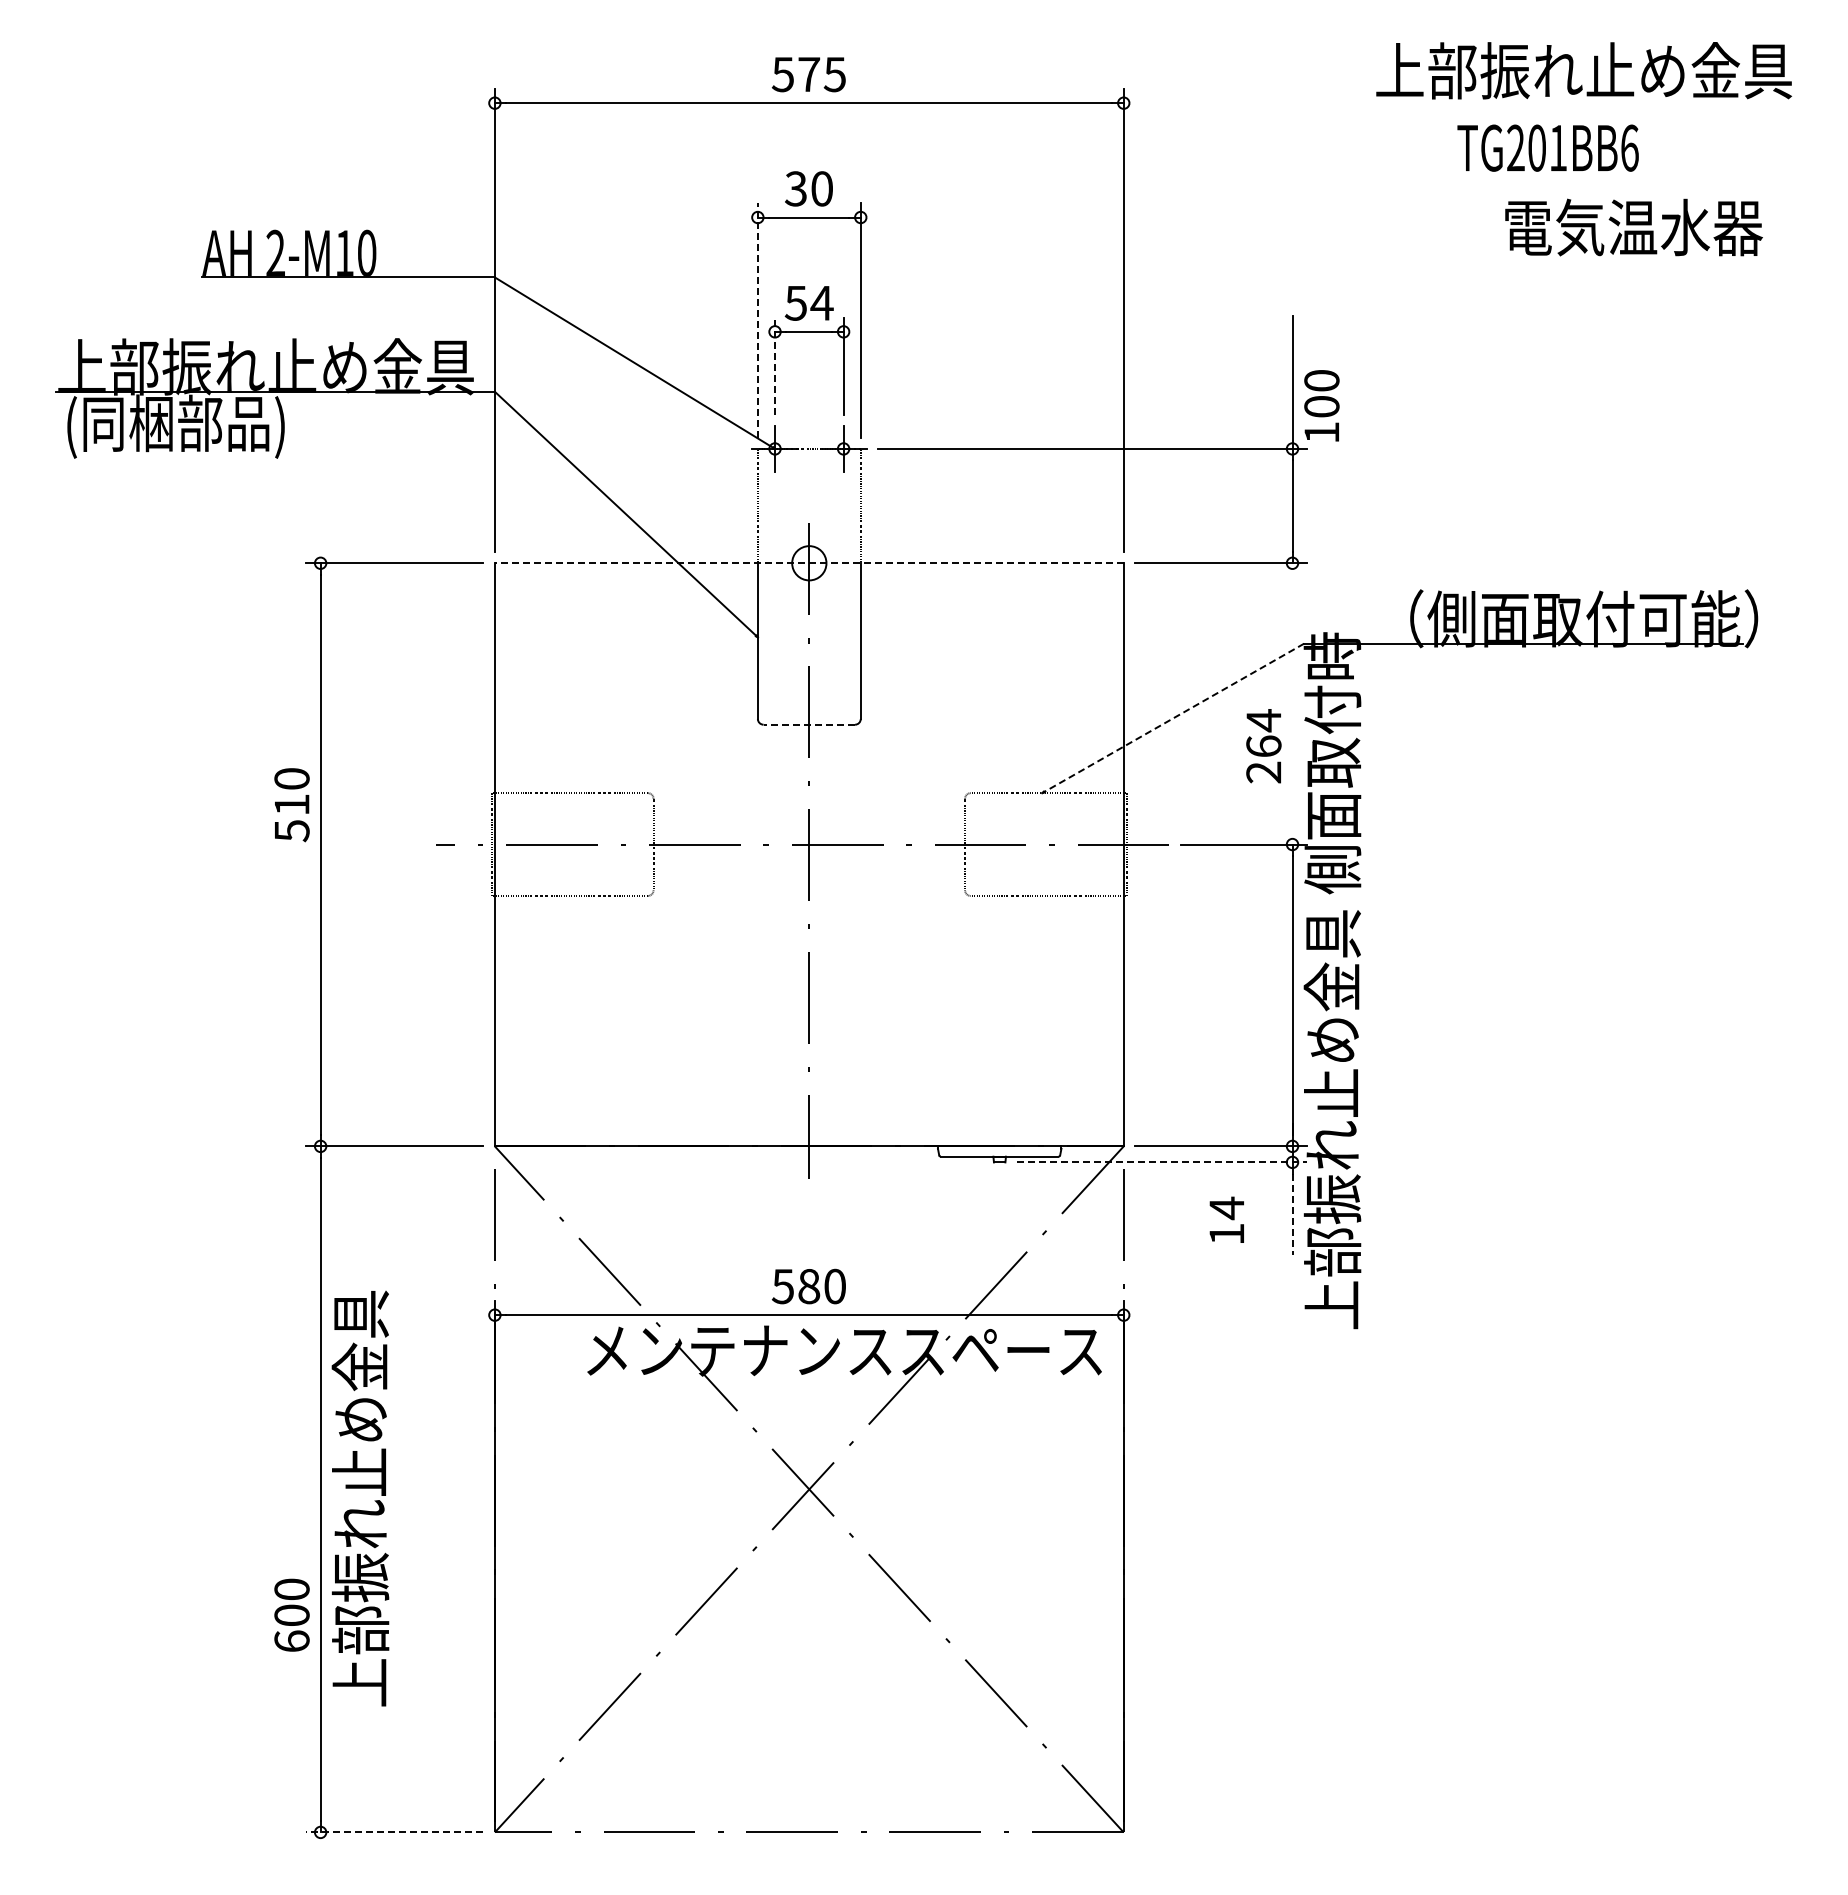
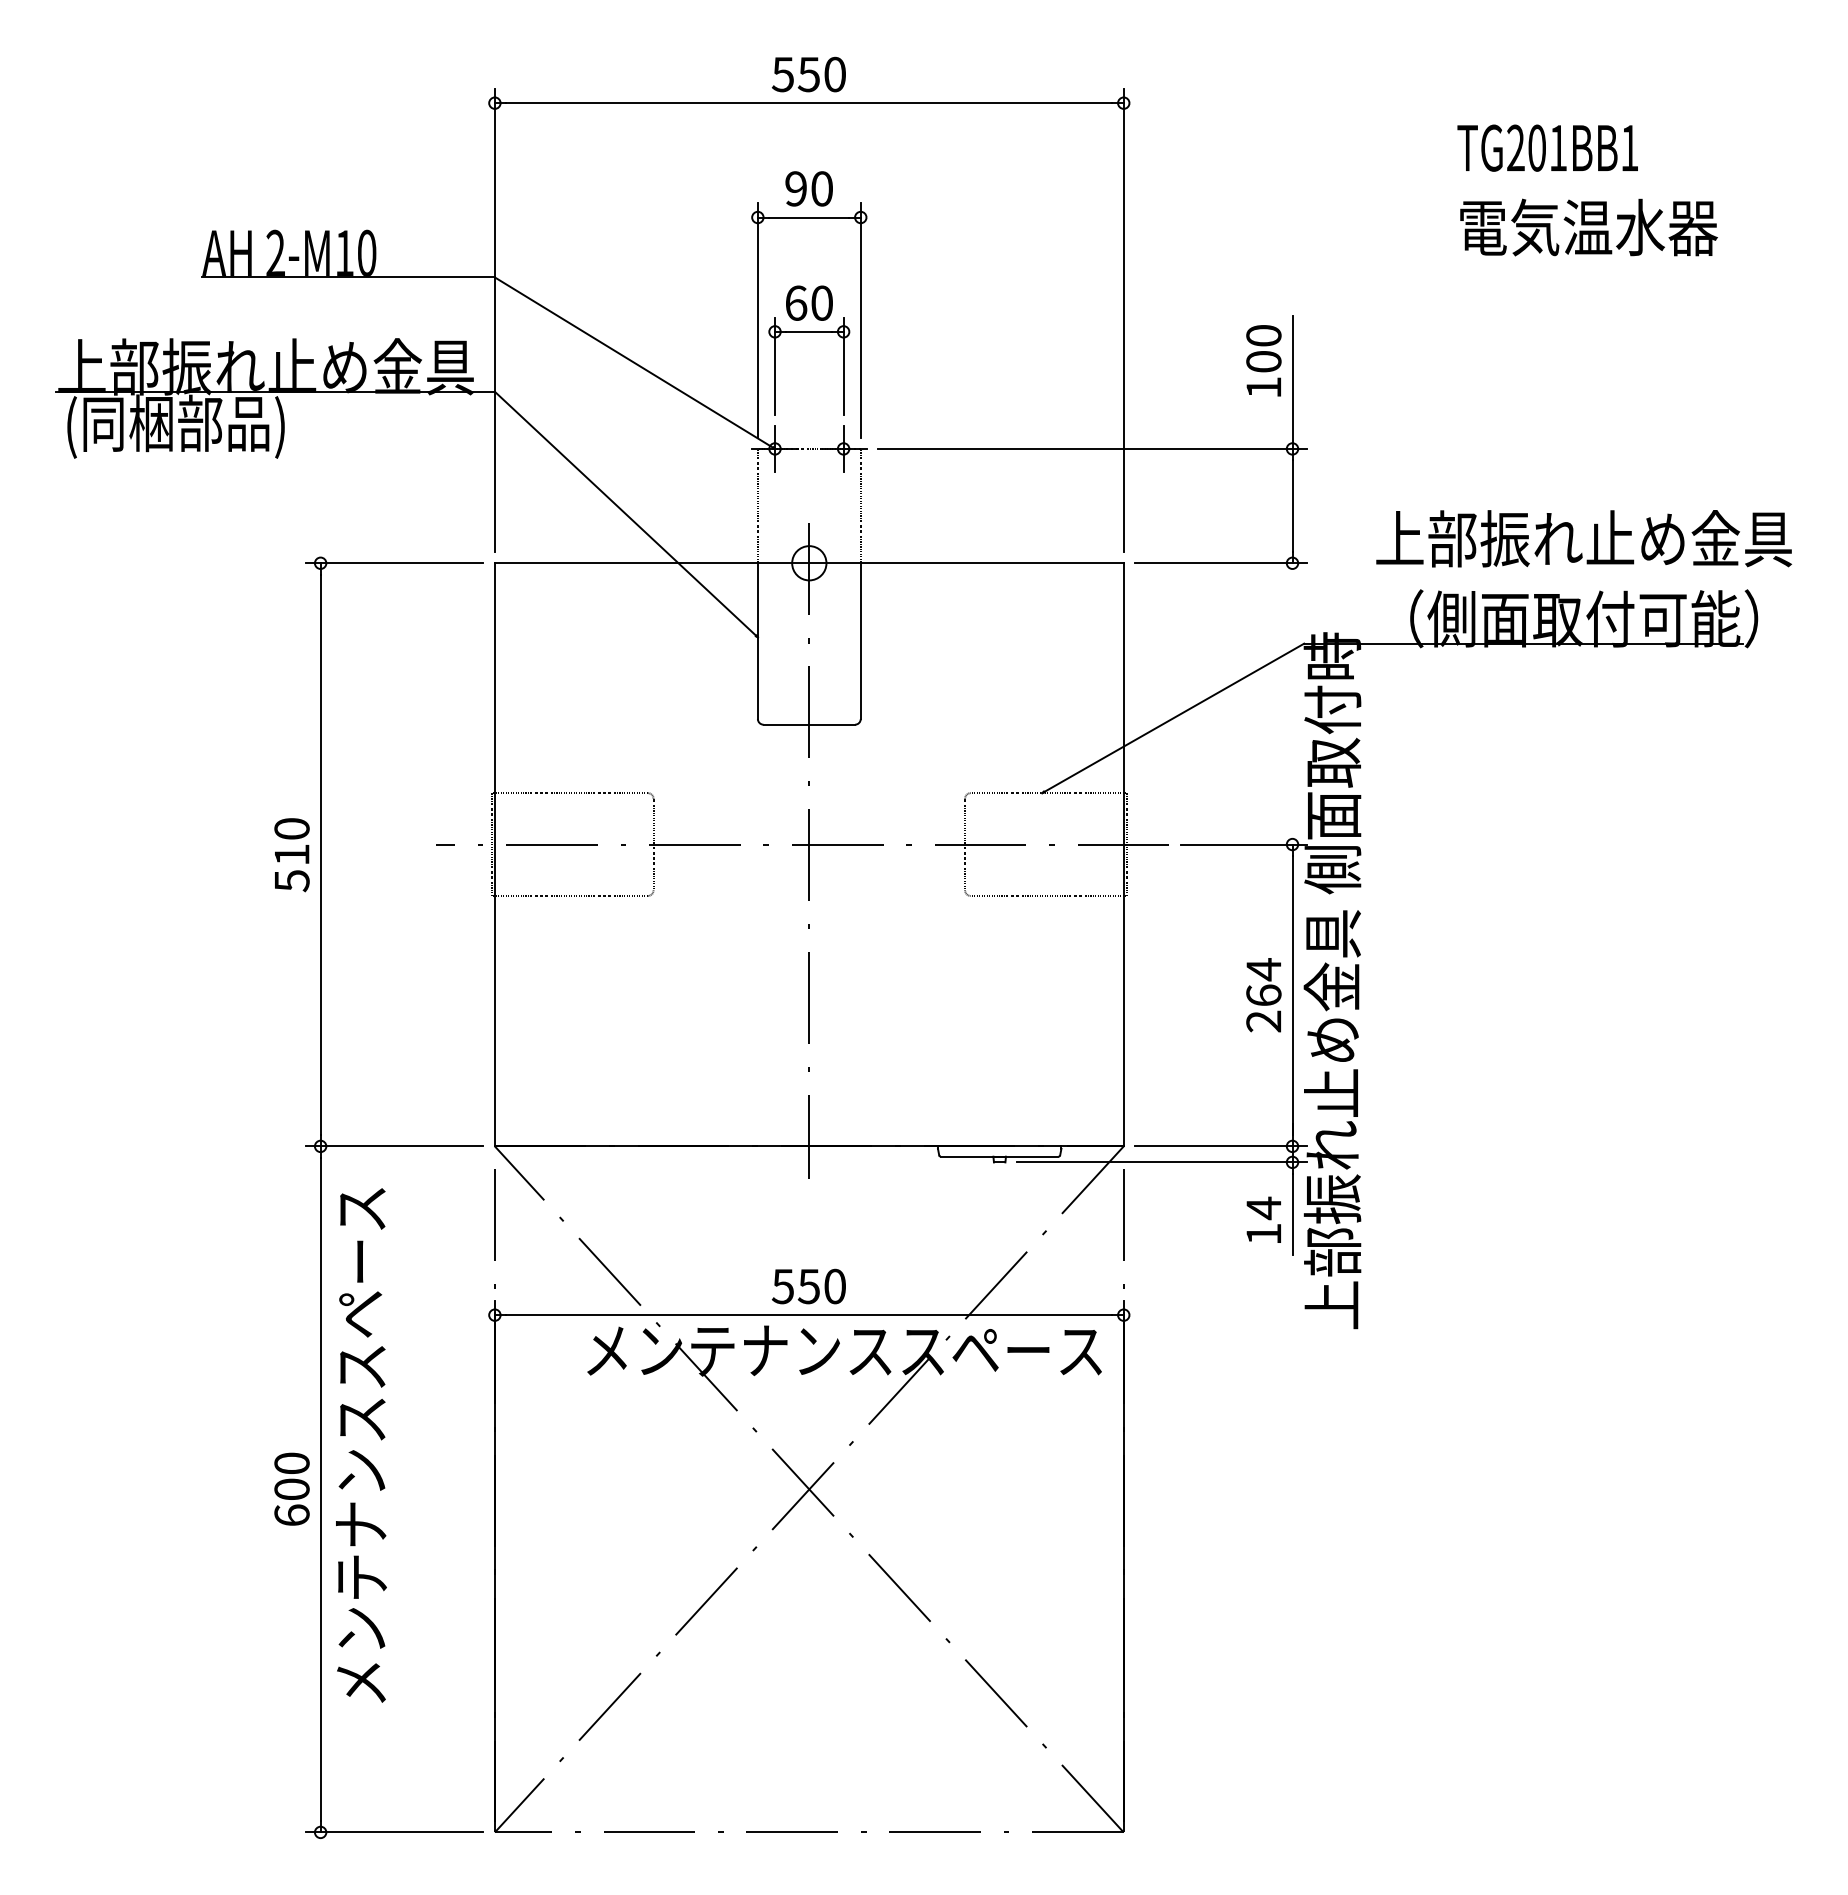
text at (1583, 70) position: (1583, 70) -> (1583, 538)
text at (821, 74): 575 -> 550
text at (1629, 147): TG201BB6 -> TG201BB1
text at (795, 188): 30 -> 90
text at (1633, 227) position: (1633, 227) -> (1588, 227)
text at (808, 302): 54 -> 60
line at (757, 319): dashed -> solid
line at (775, 366): dashed -> solid
text at (1321, 405) position: (1321, 405) -> (1263, 360)
line at (808, 563): dashed -> solid
line at (1173, 718): dashed -> solid
line at (809, 724): dashed -> solid
text at (1263, 746) position: (1263, 746) -> (1263, 995)
text at (291, 805) position: (291, 805) -> (291, 855)
line at (1161, 1162): dashed -> solid
line at (1292, 1214): dashed -> solid
text at (1226, 1219) position: (1226, 1219) -> (1263, 1219)
text at (808, 1286): 580 -> 550
text at (360, 1447): 上部振れ止め金具 -> メンテナンススペース
text at (291, 1614) position: (291, 1614) -> (291, 1488)
line at (394, 1832): dashed -> solid
